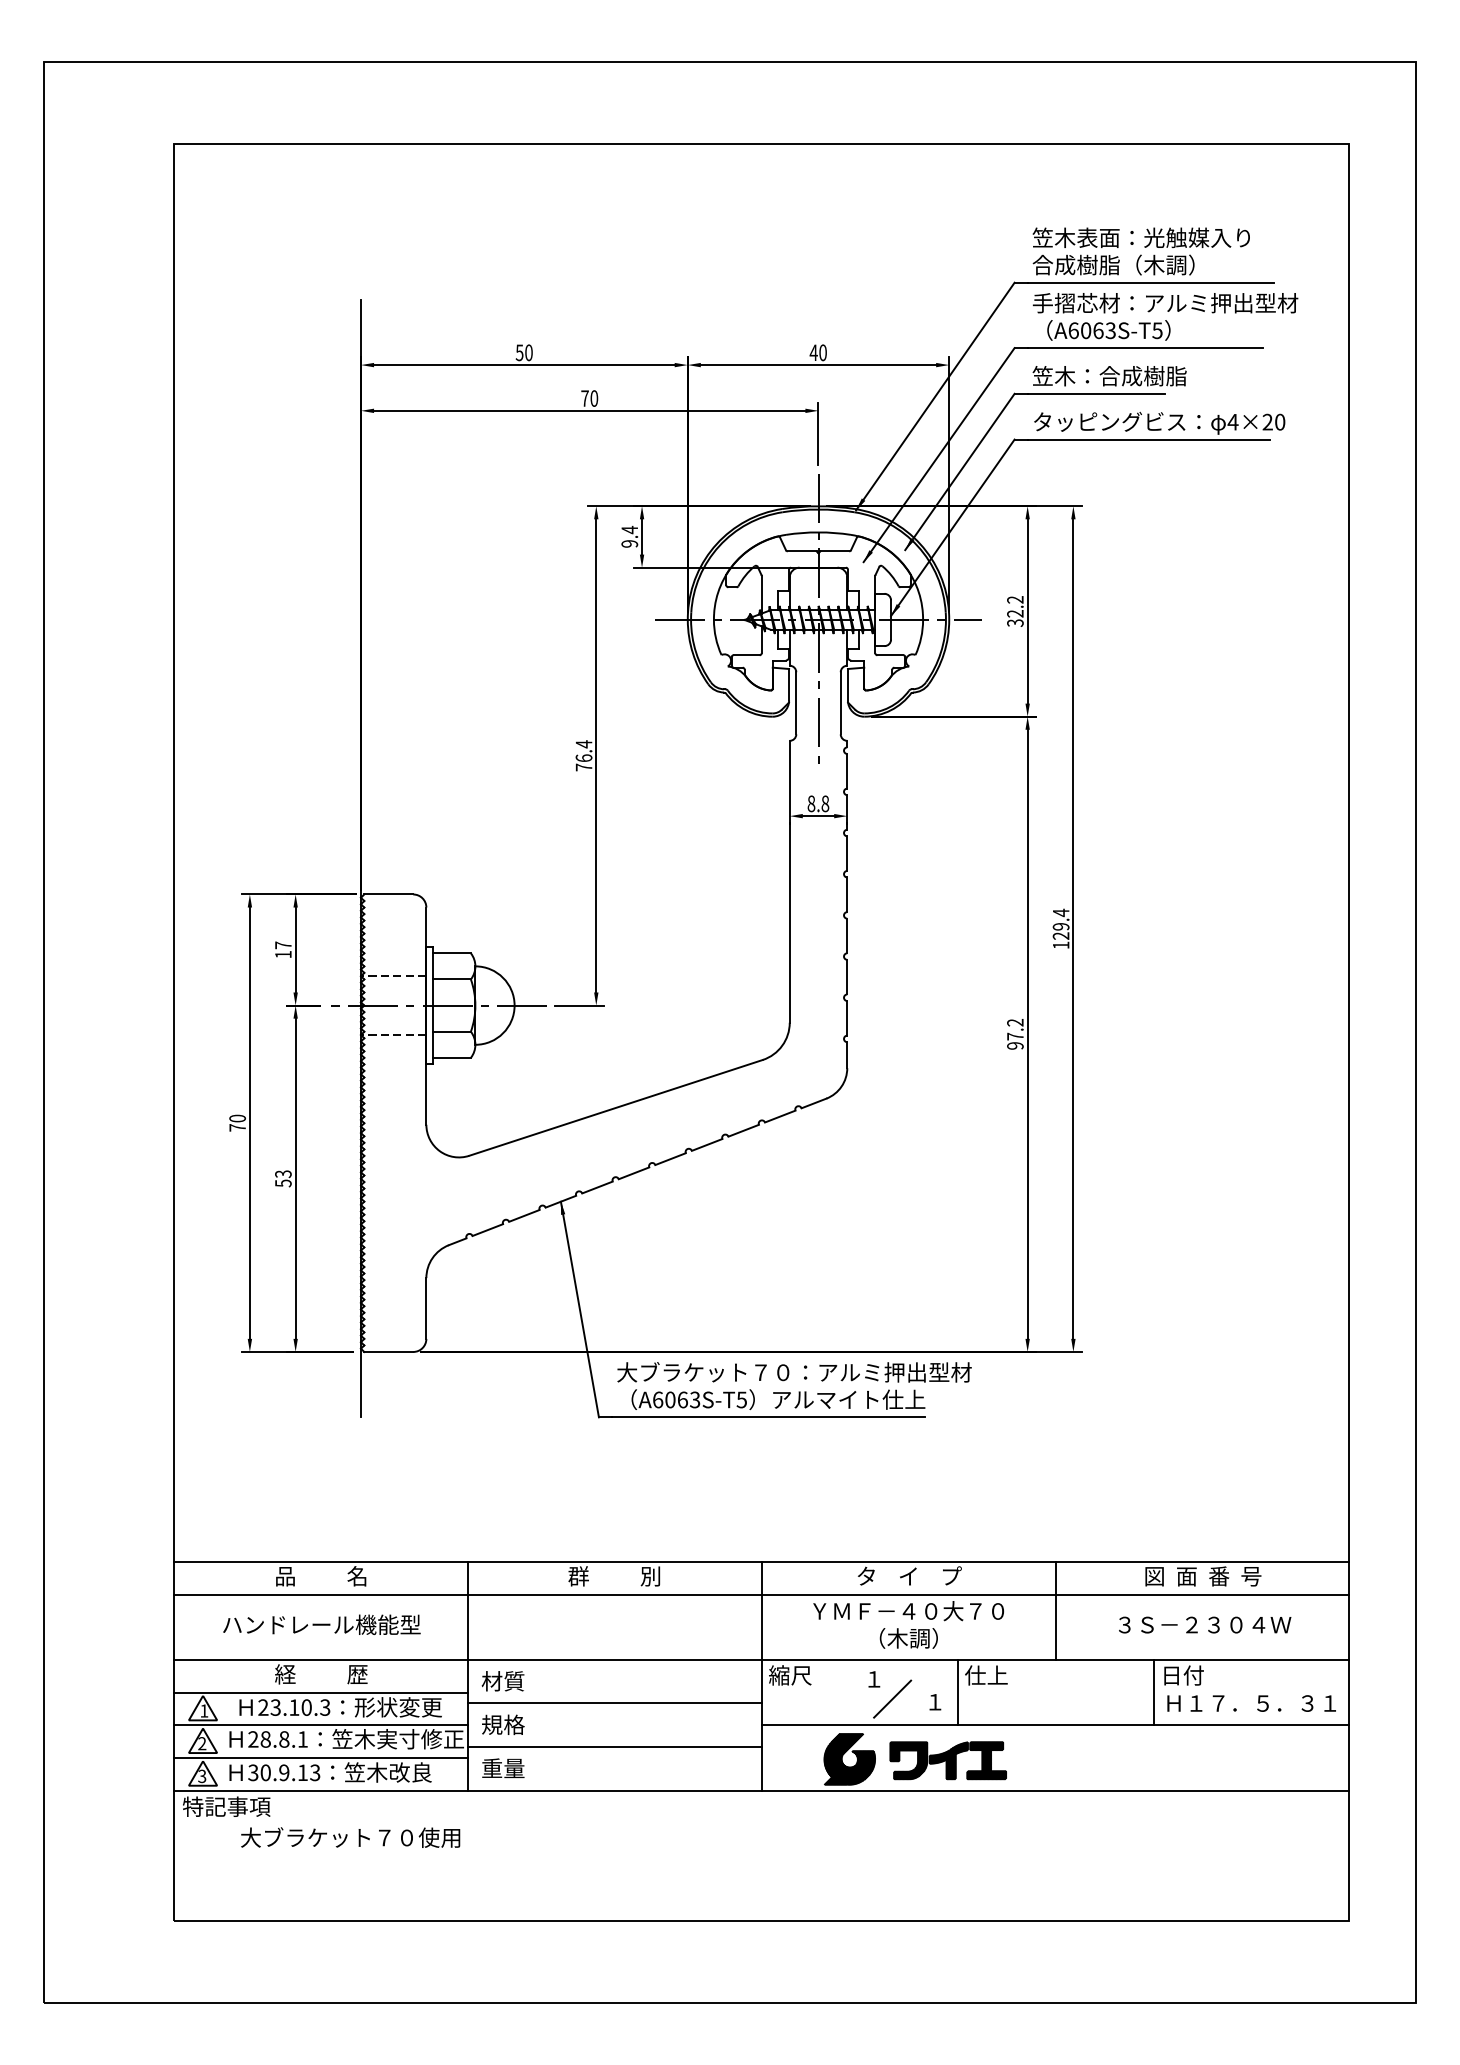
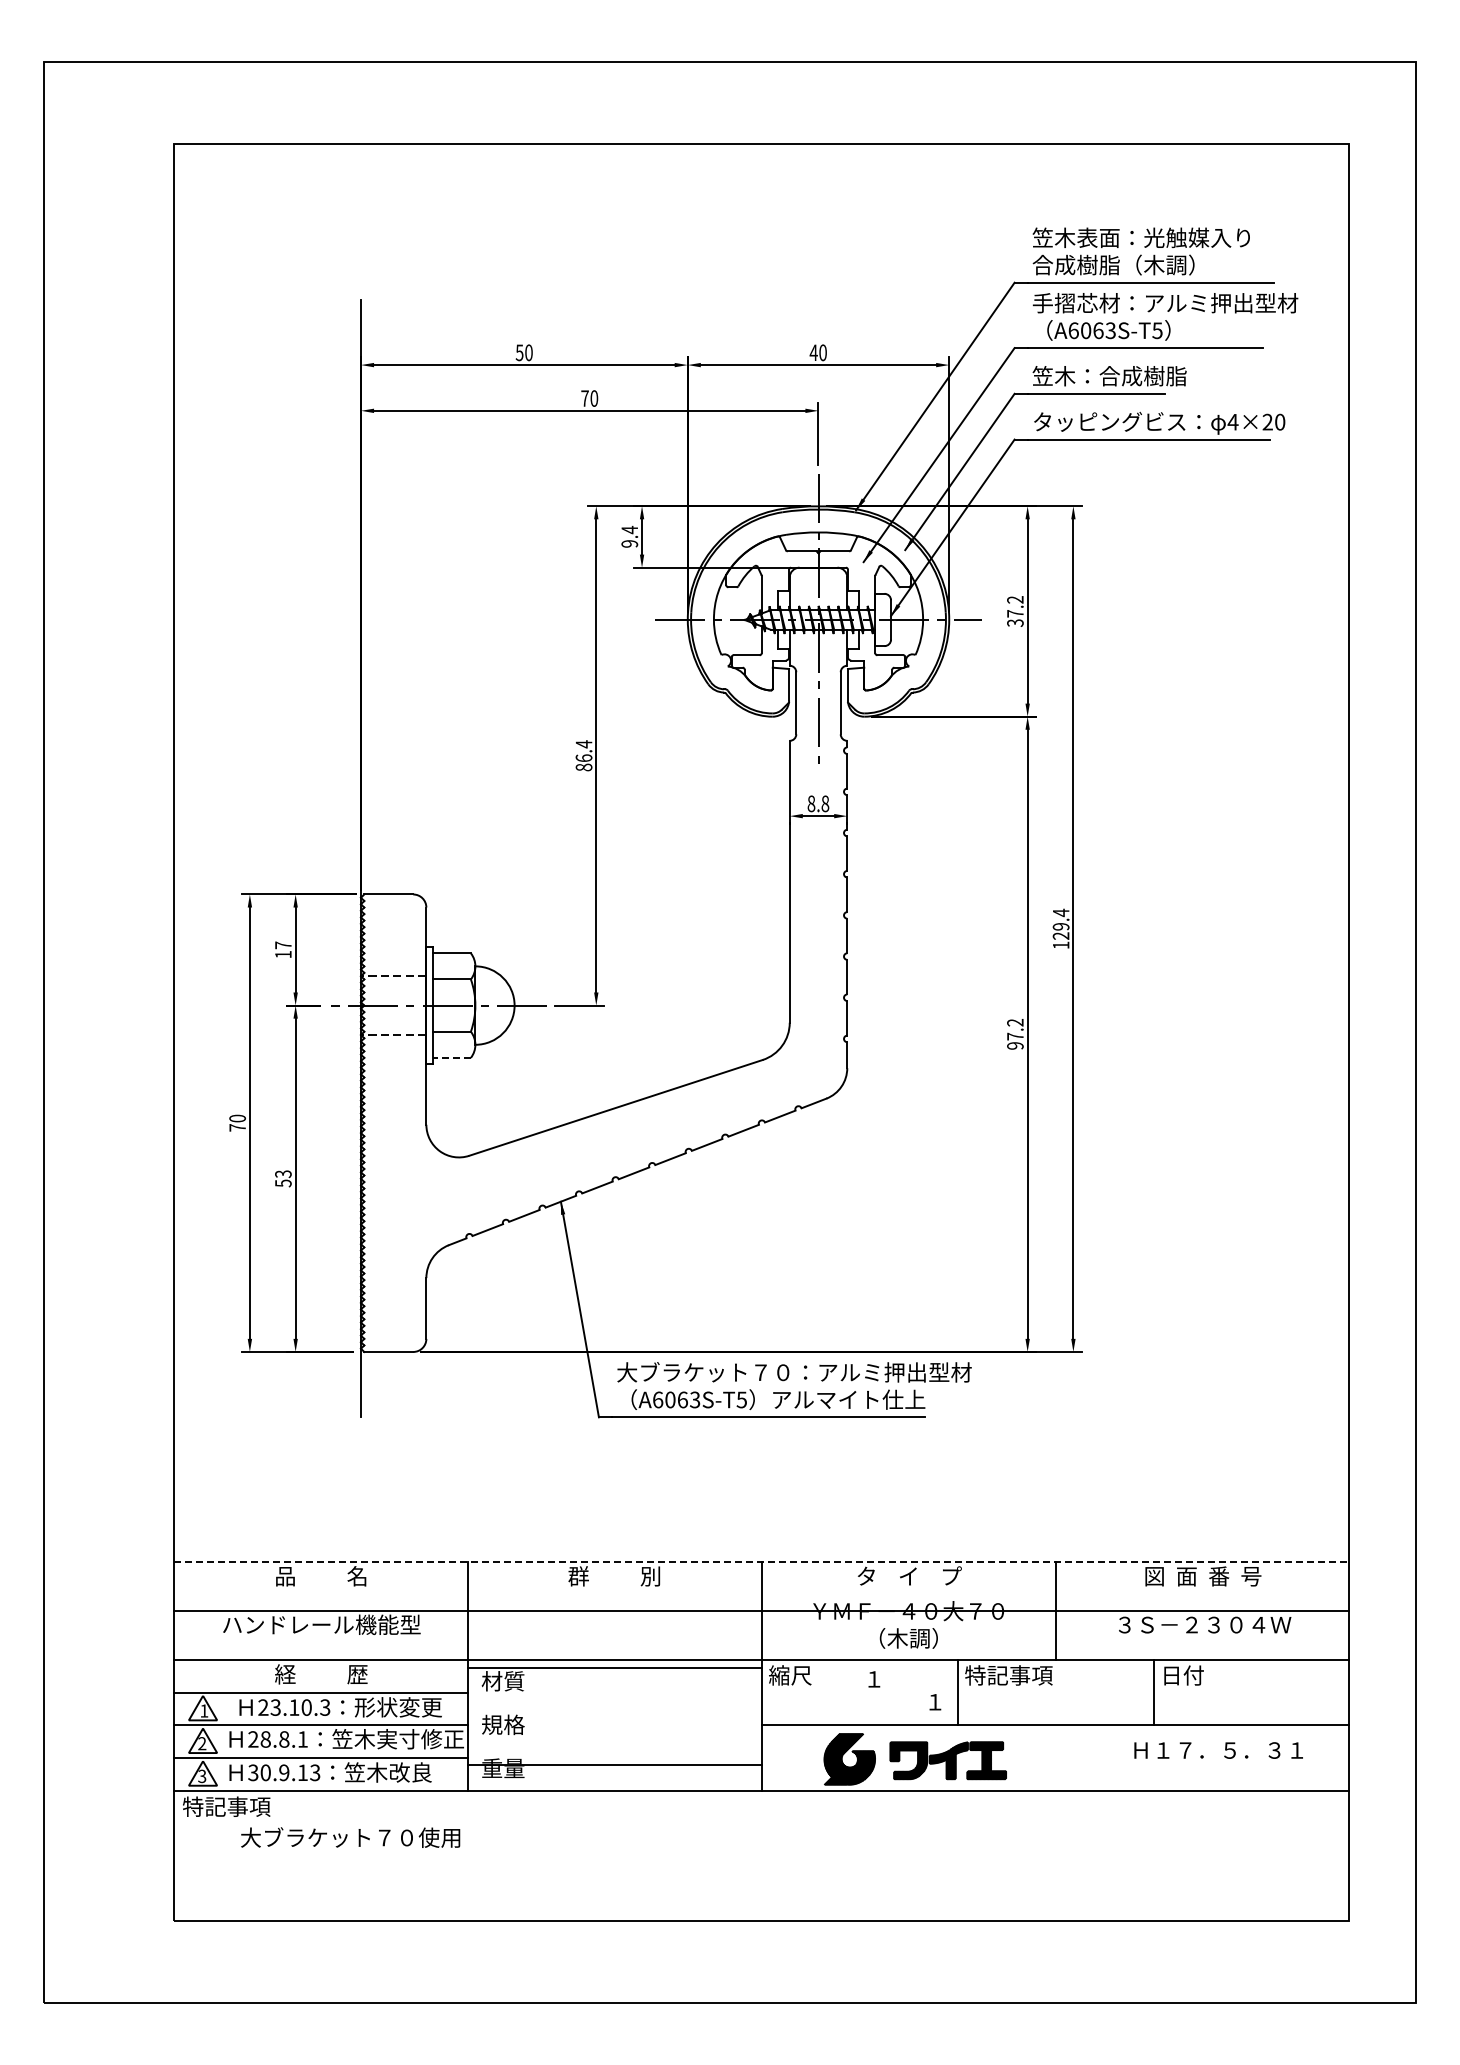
text at (1015, 613): 32.2 -> 37.2
text at (583, 767): 76.4 -> 86.4
line at (451, 1057): solid -> dashed
line at (762, 1561): solid -> dashed
line at (761, 1594) position: (761, 1594) -> (761, 1610)
text at (1008, 1675): 仕上 -> 特記事項
line at (892, 1698): present -> none
line at (614, 1703) position: (614, 1703) -> (614, 1668)
text at (1251, 1703) position: (1251, 1703) -> (1218, 1750)
line at (614, 1747) position: (614, 1747) -> (614, 1765)
